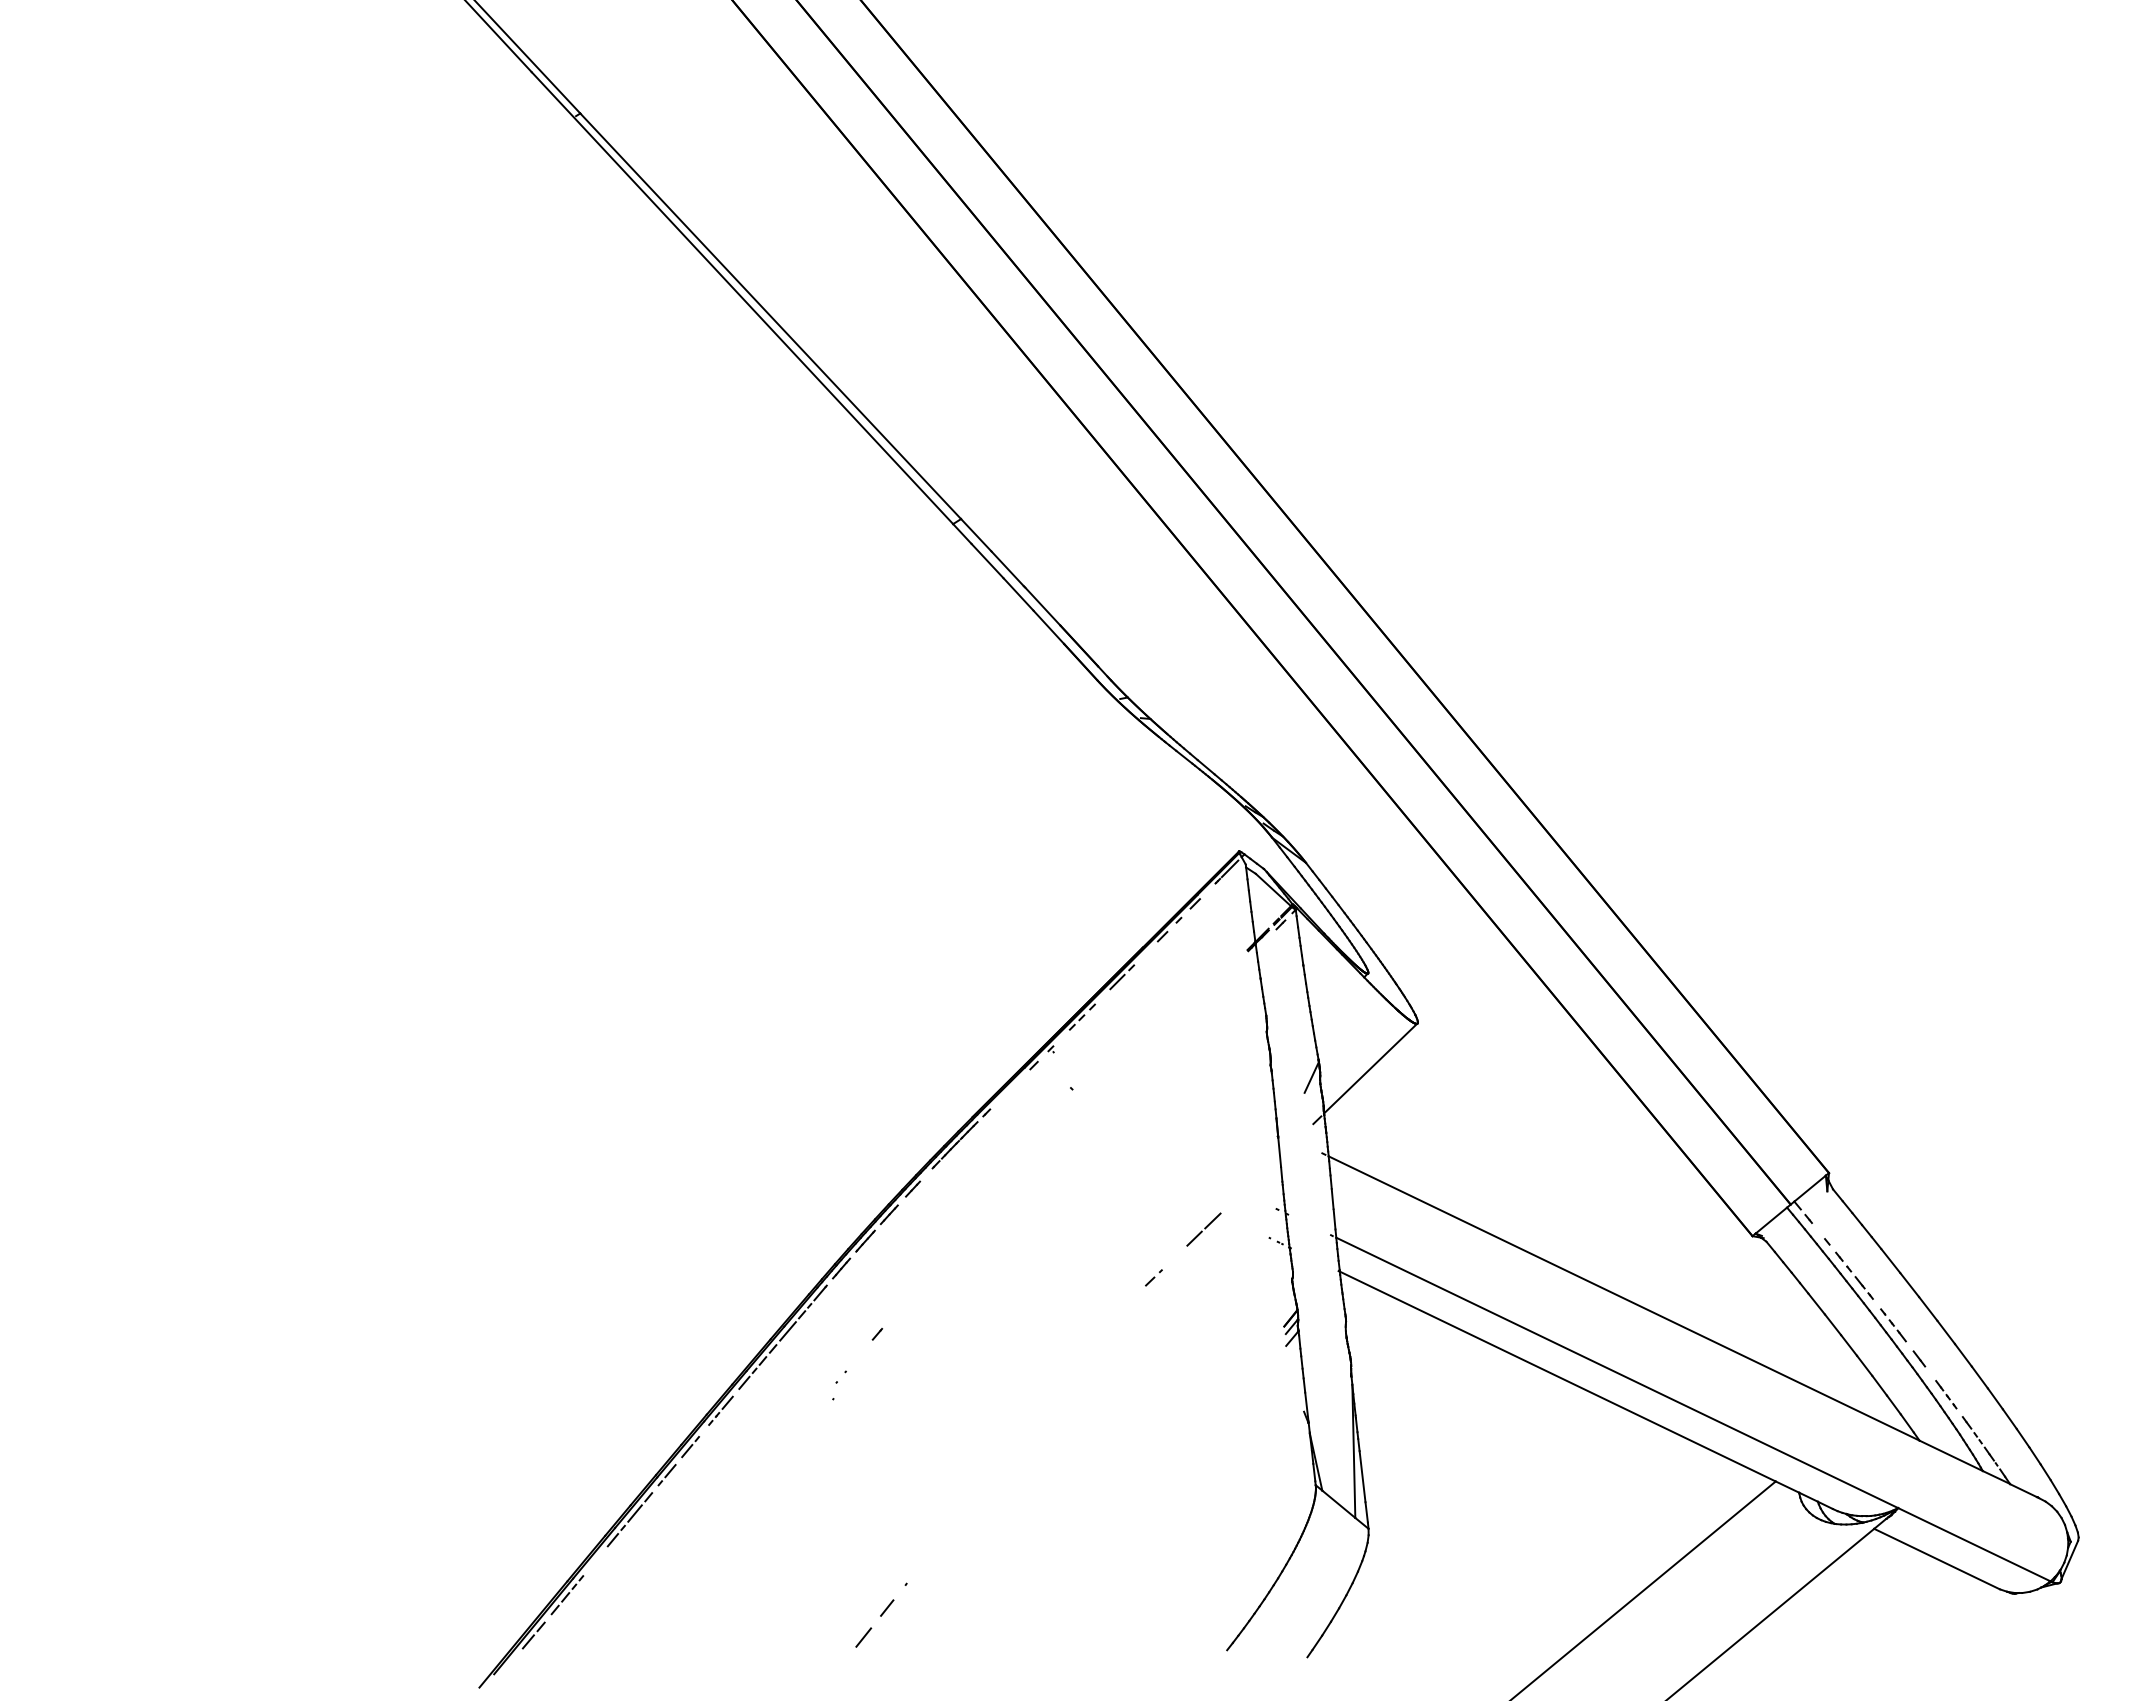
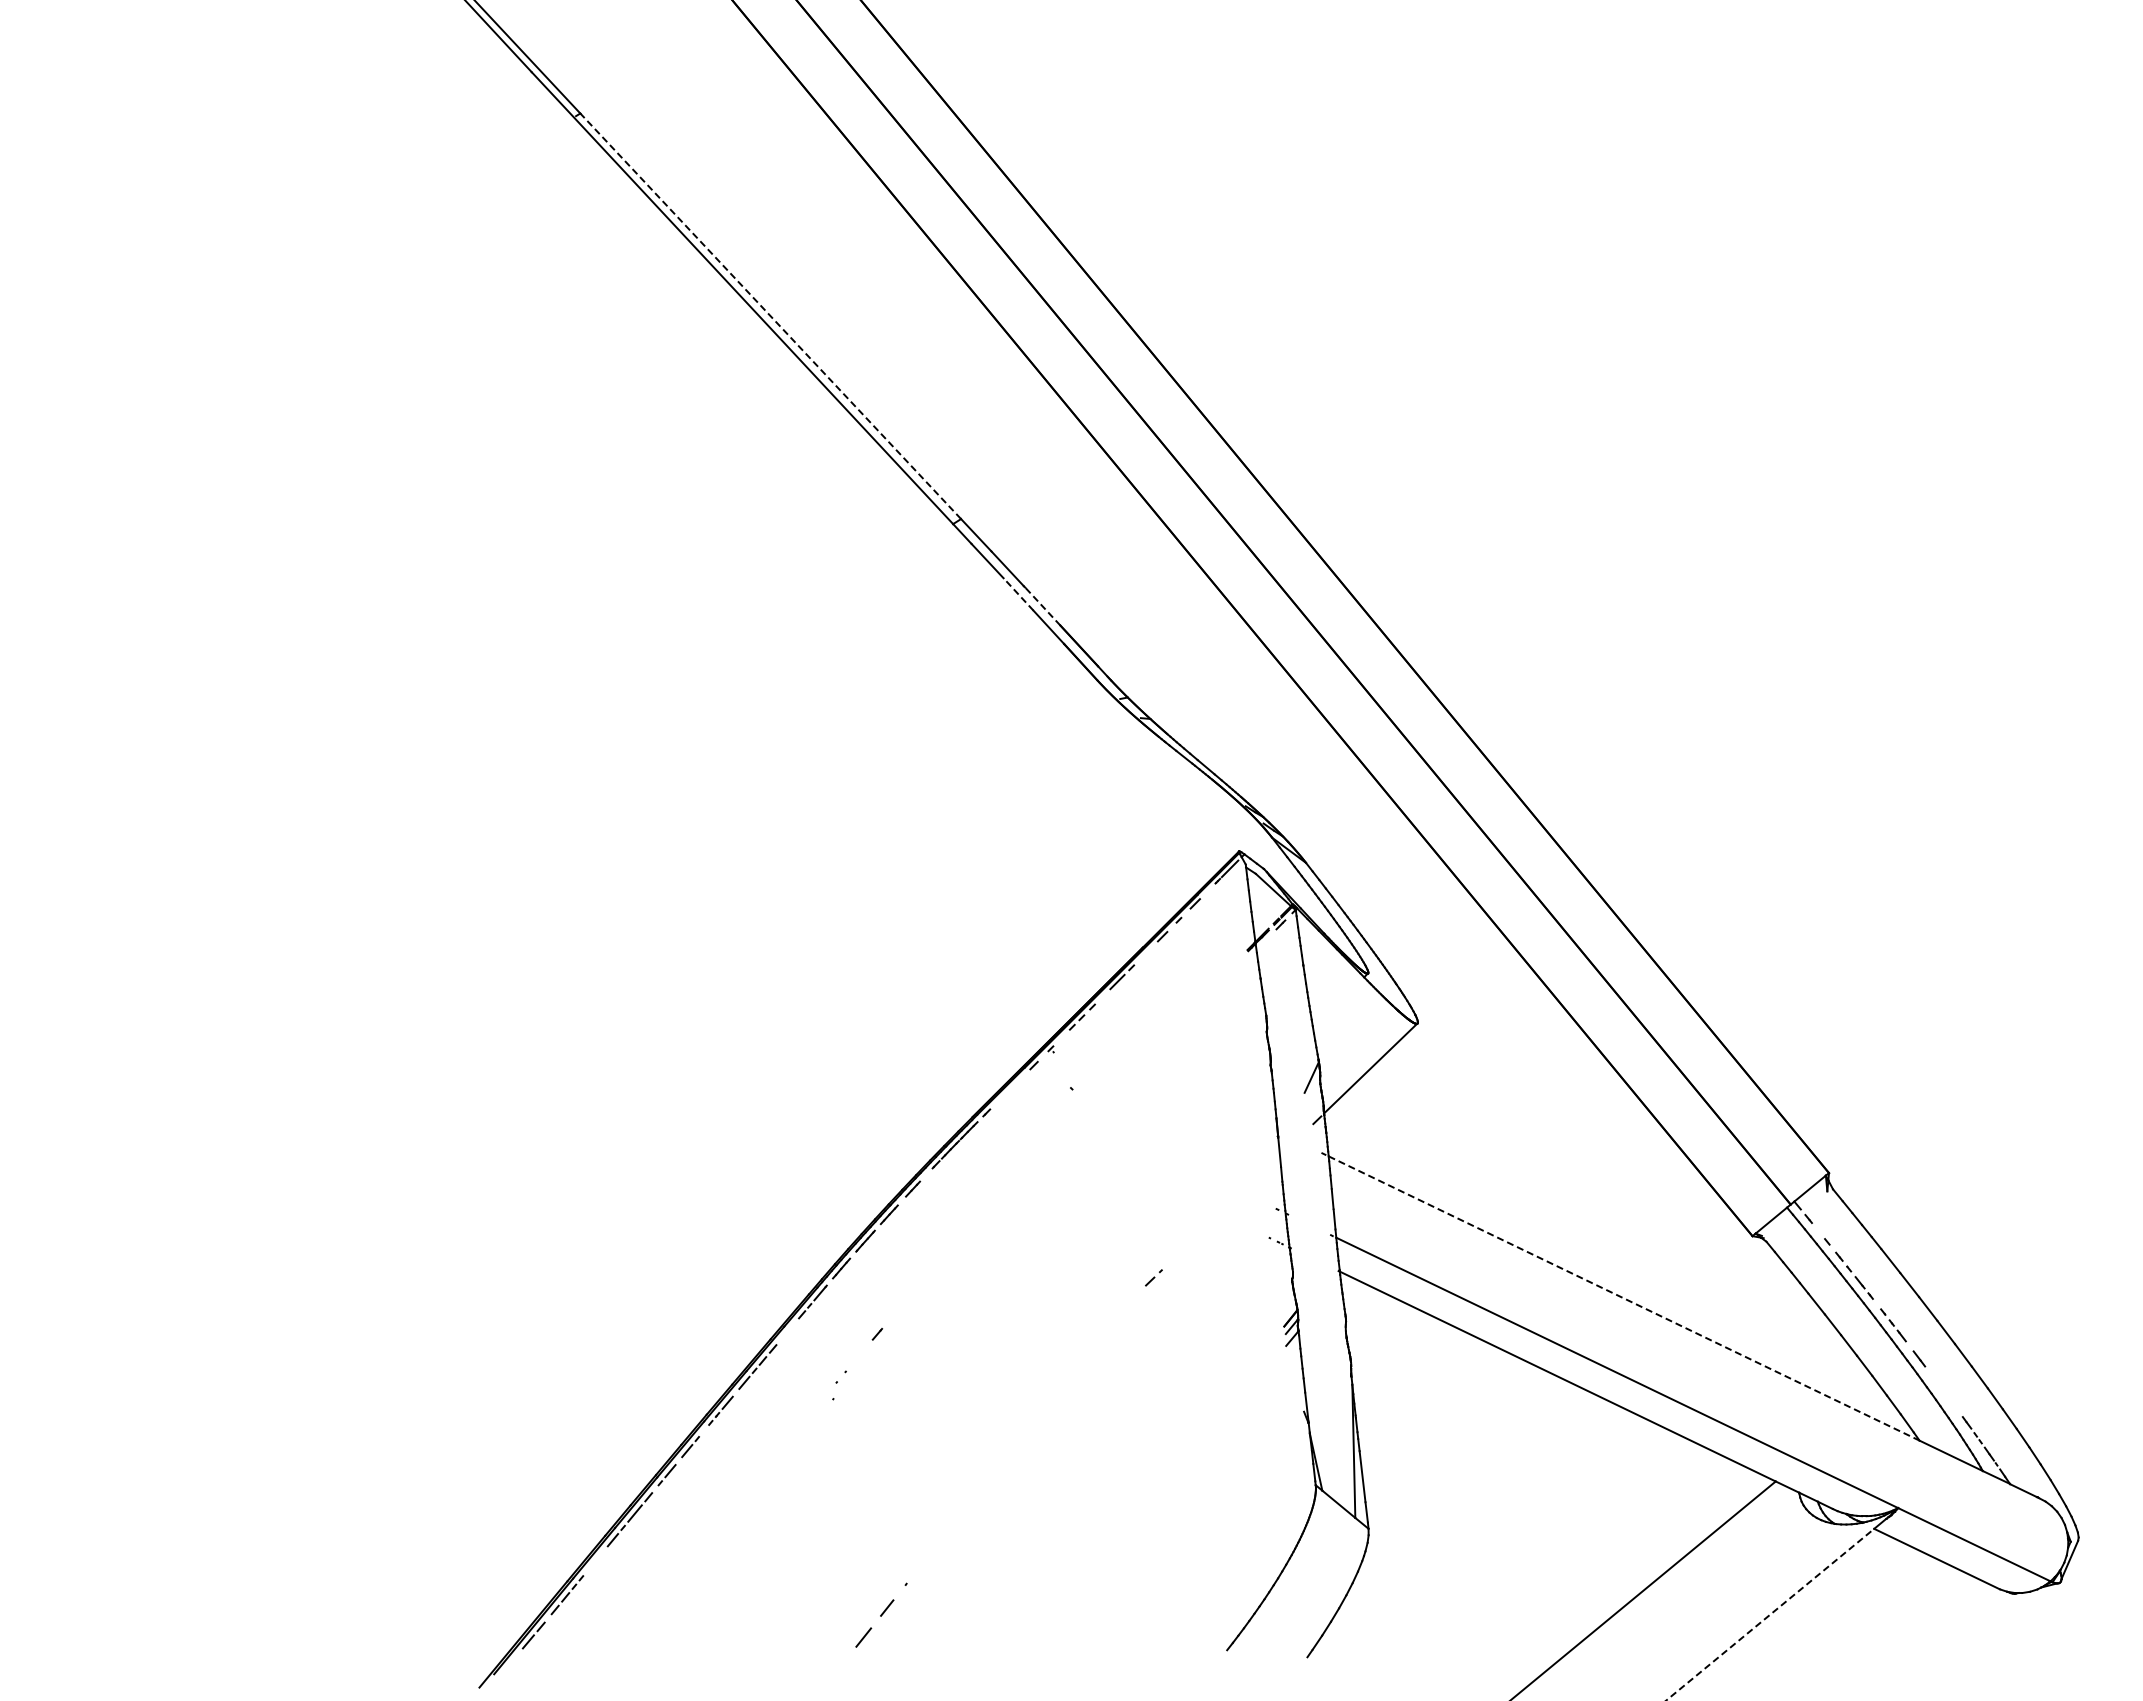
line at (770, 315): solid -> dashed
line at (1018, 594): solid -> dashed
line at (1042, 606): solid -> dashed
line at (1204, 1228): present -> none
line at (1624, 1298): solid -> dashed
line at (787, 1331): present -> none
part at (1946, 1394): present -> none
line at (1770, 1614): solid -> dashed
